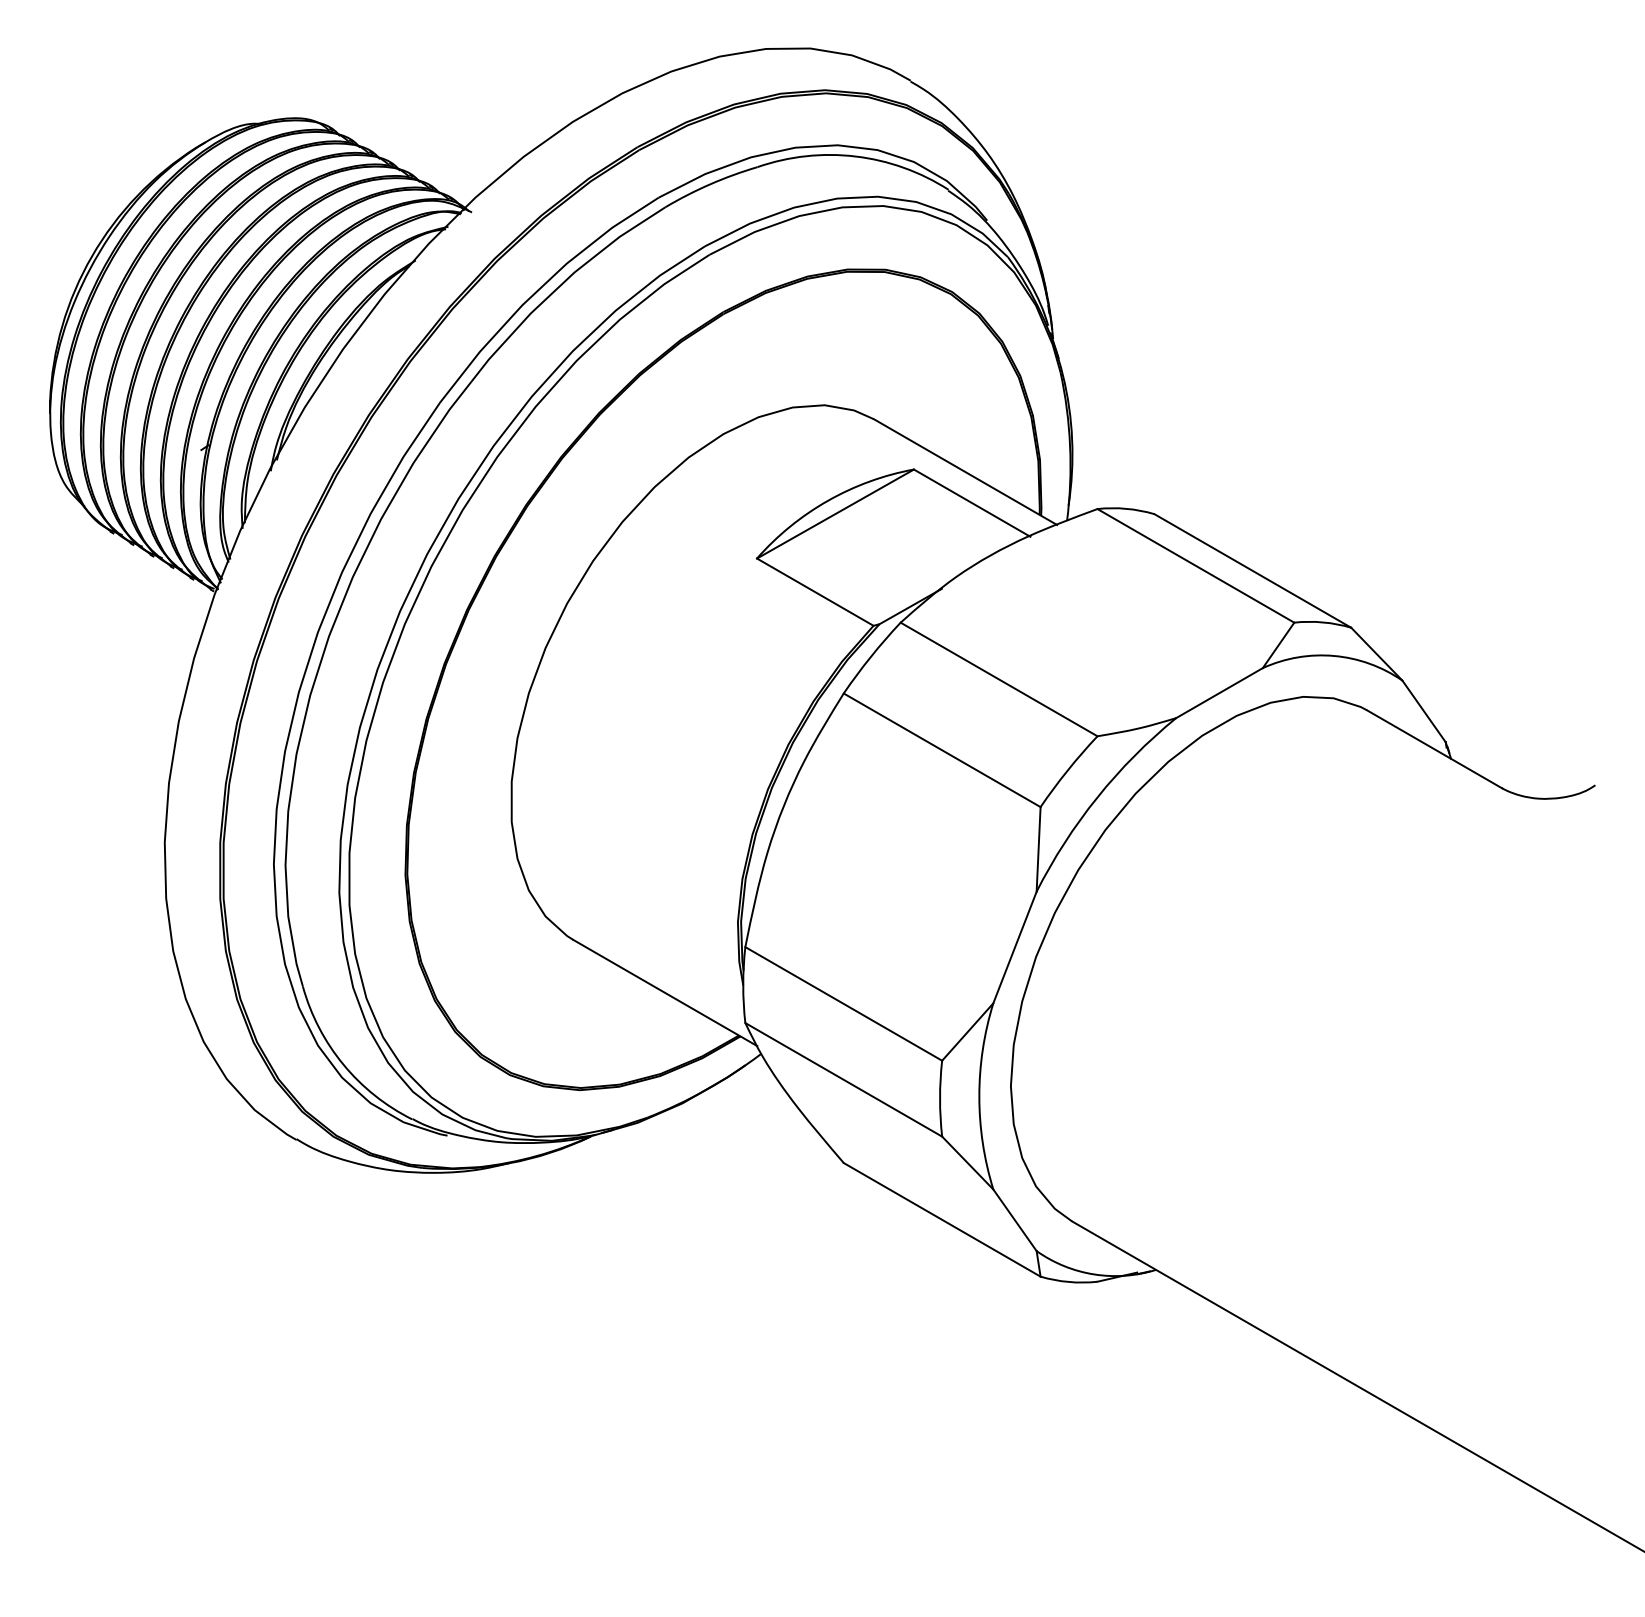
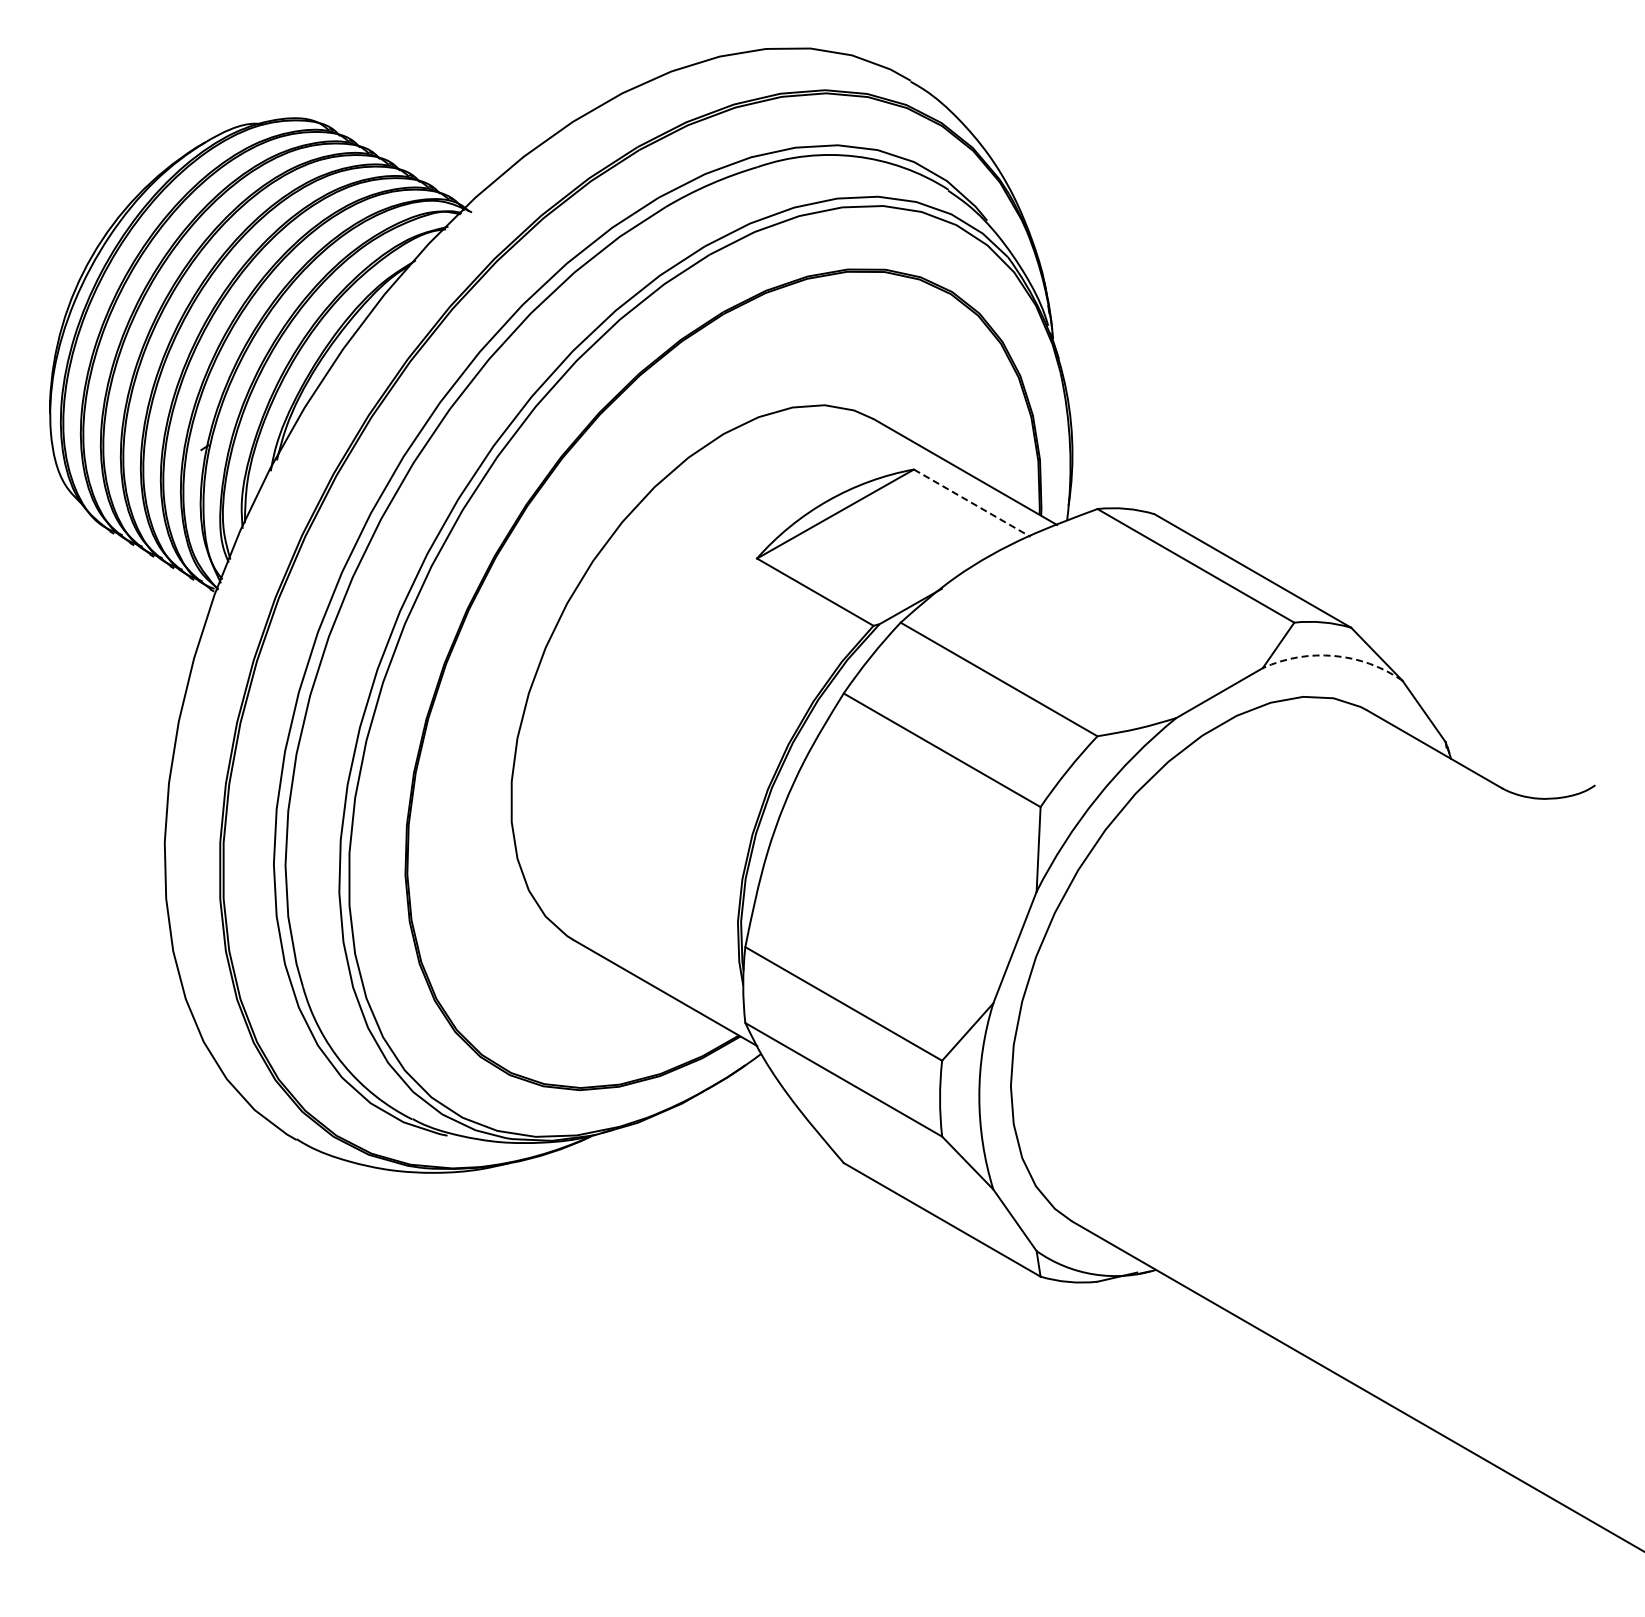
line at (972, 503): solid -> dashed
arc at (1334, 655): solid -> dashed
